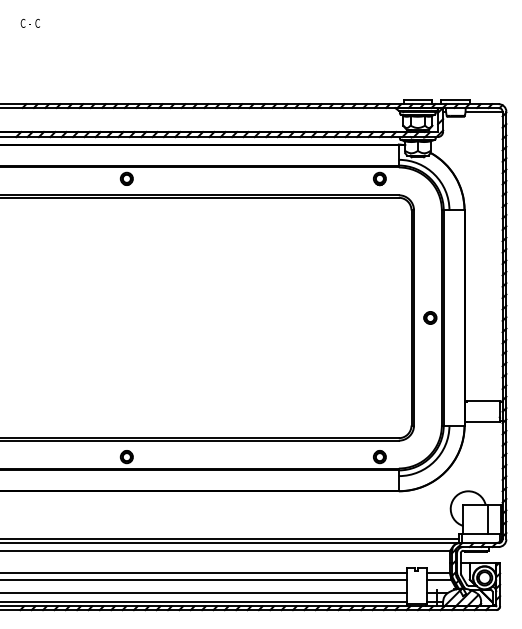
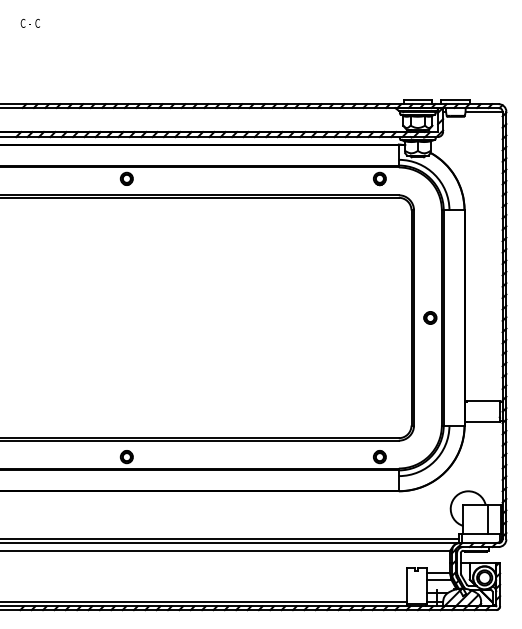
line at (204, 573): present -> none
line at (204, 579): present -> none
line at (204, 593): present -> none
